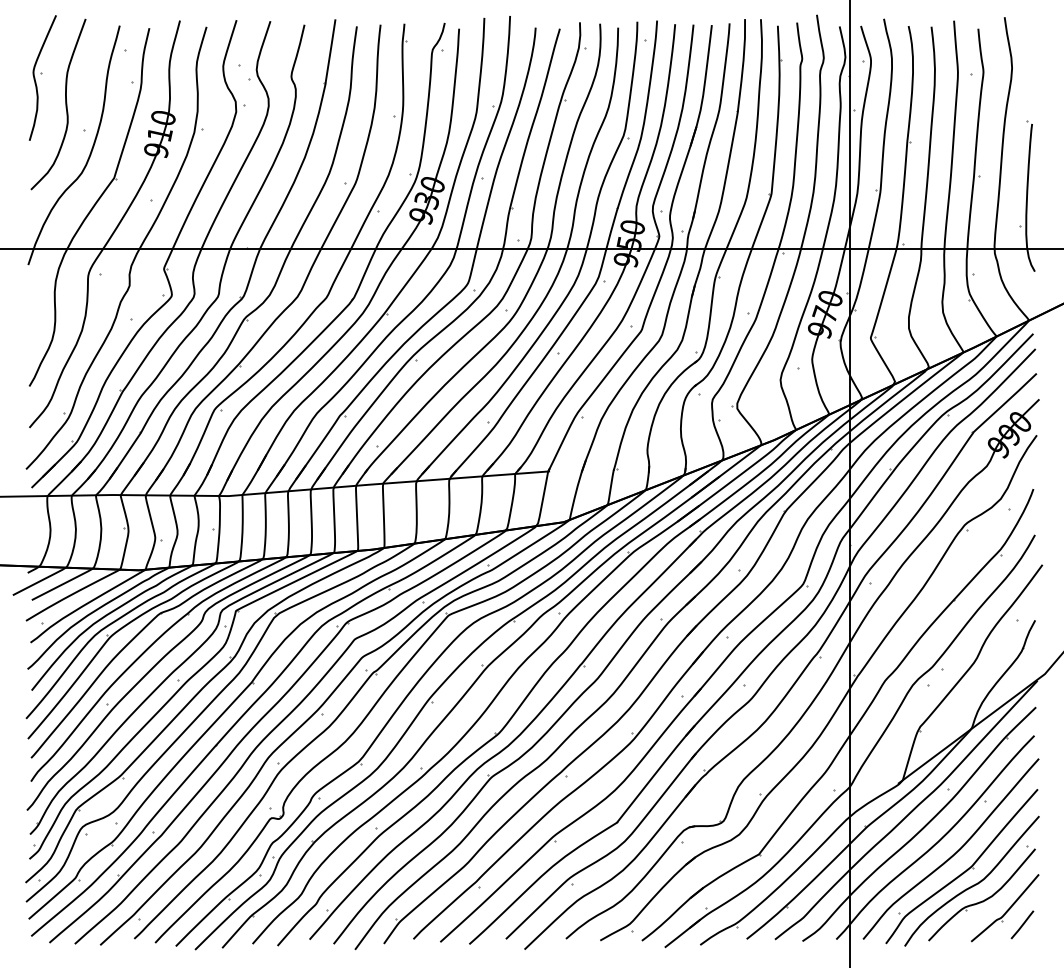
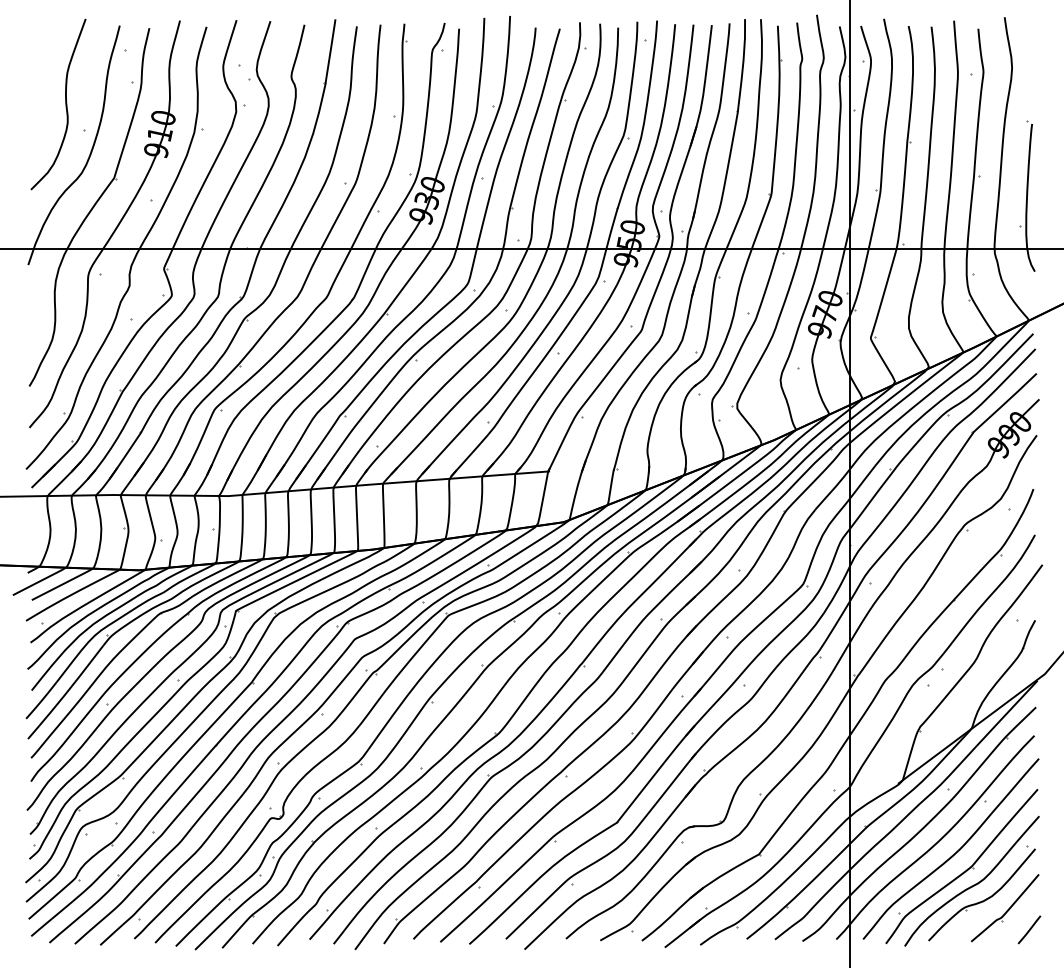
part at (42, 77): present -> none
line at (1022, 924) position: (1022, 924) -> (1029, 929)
